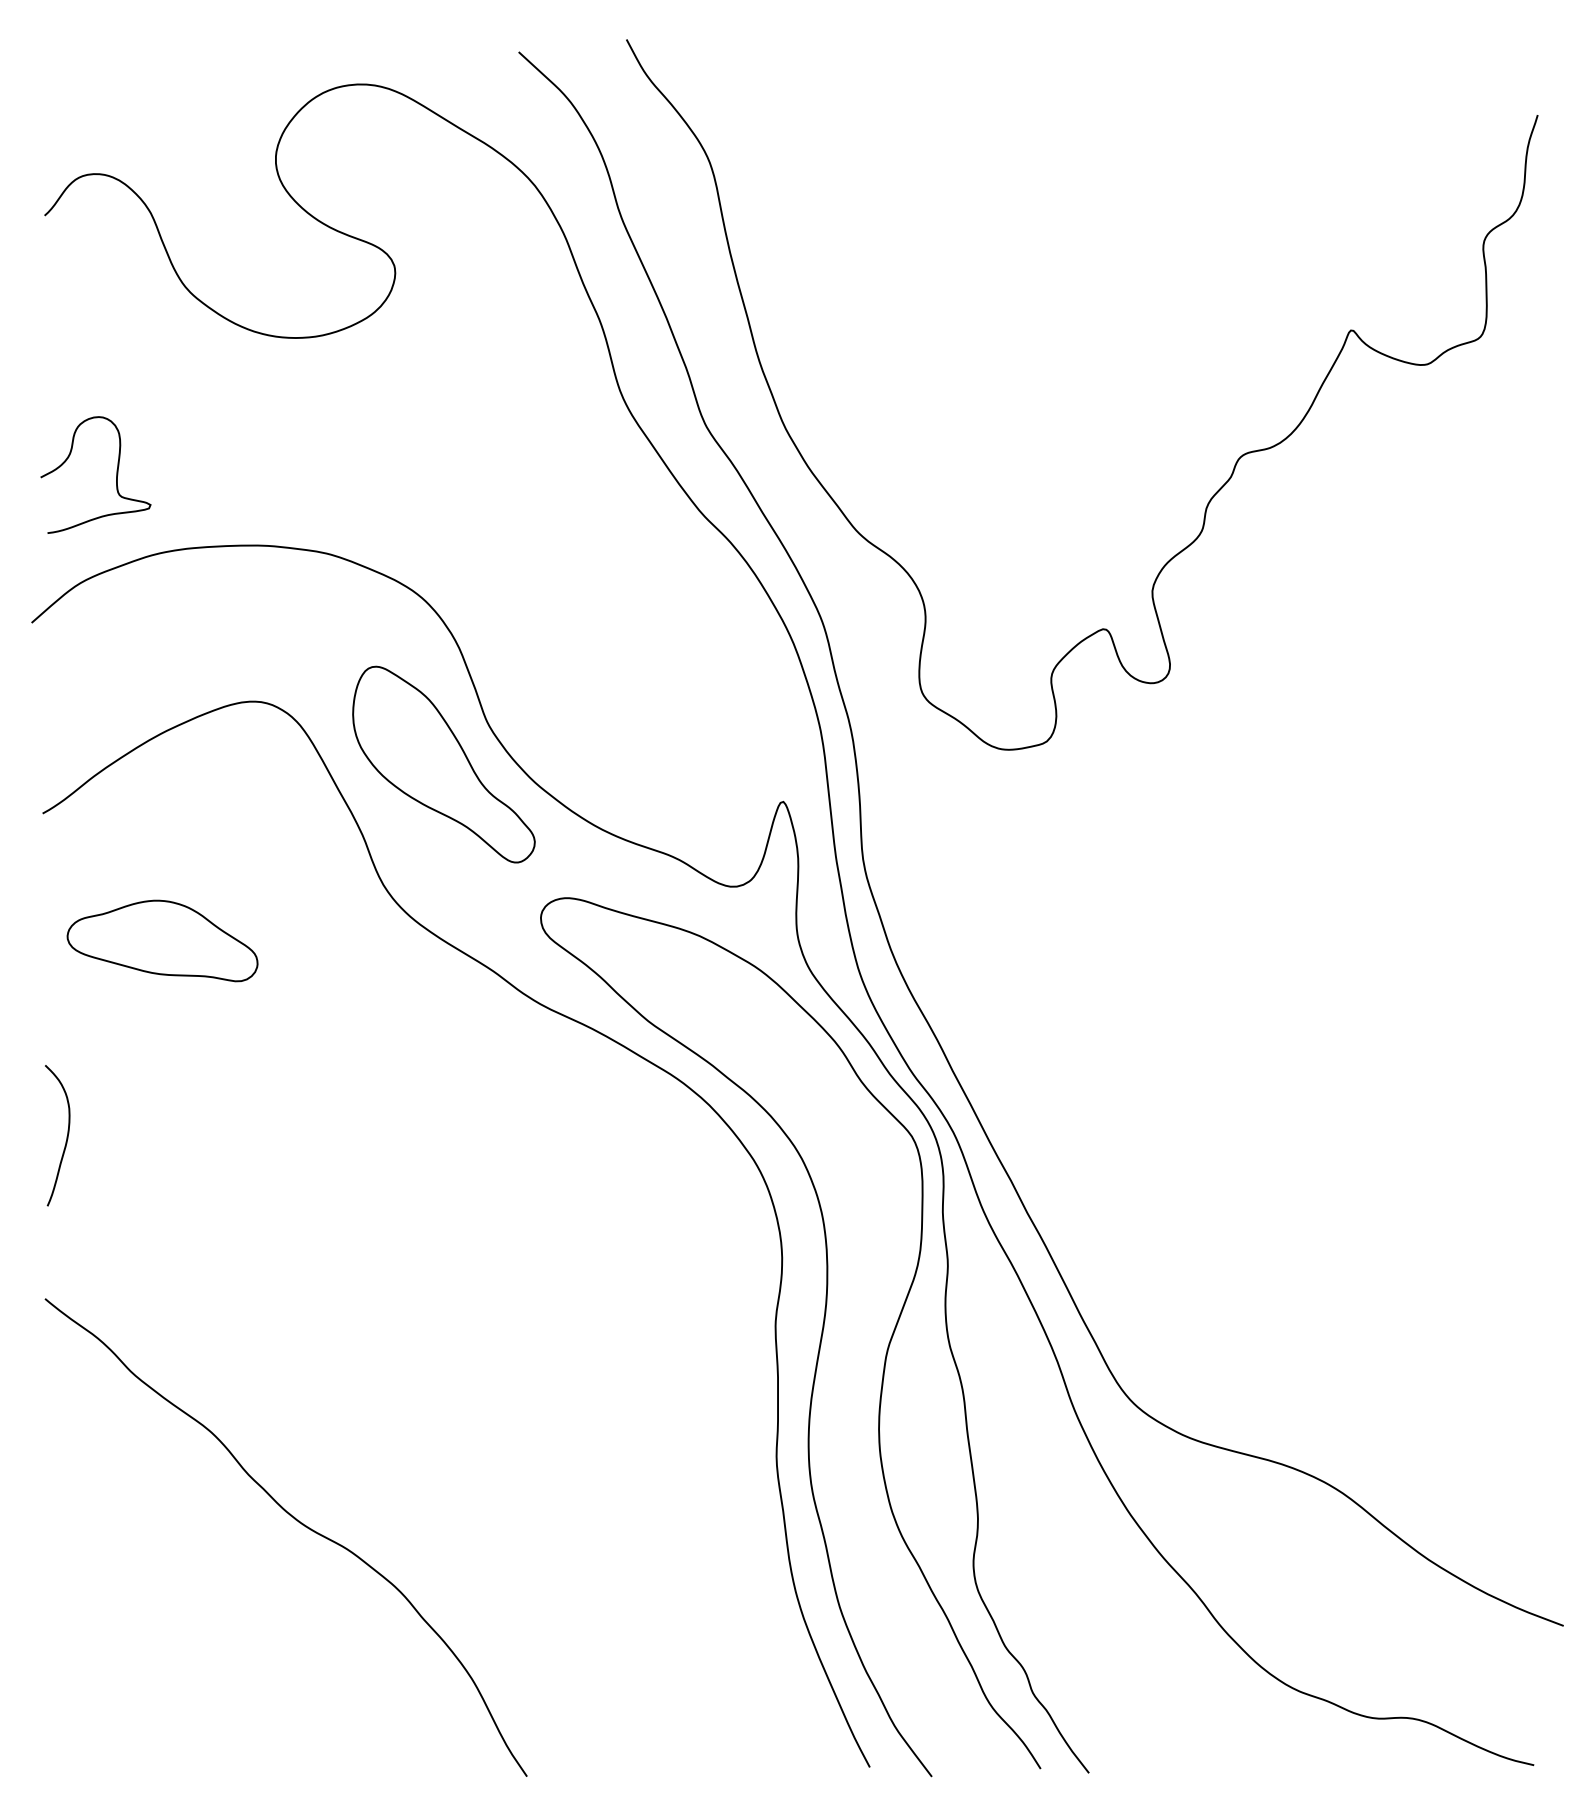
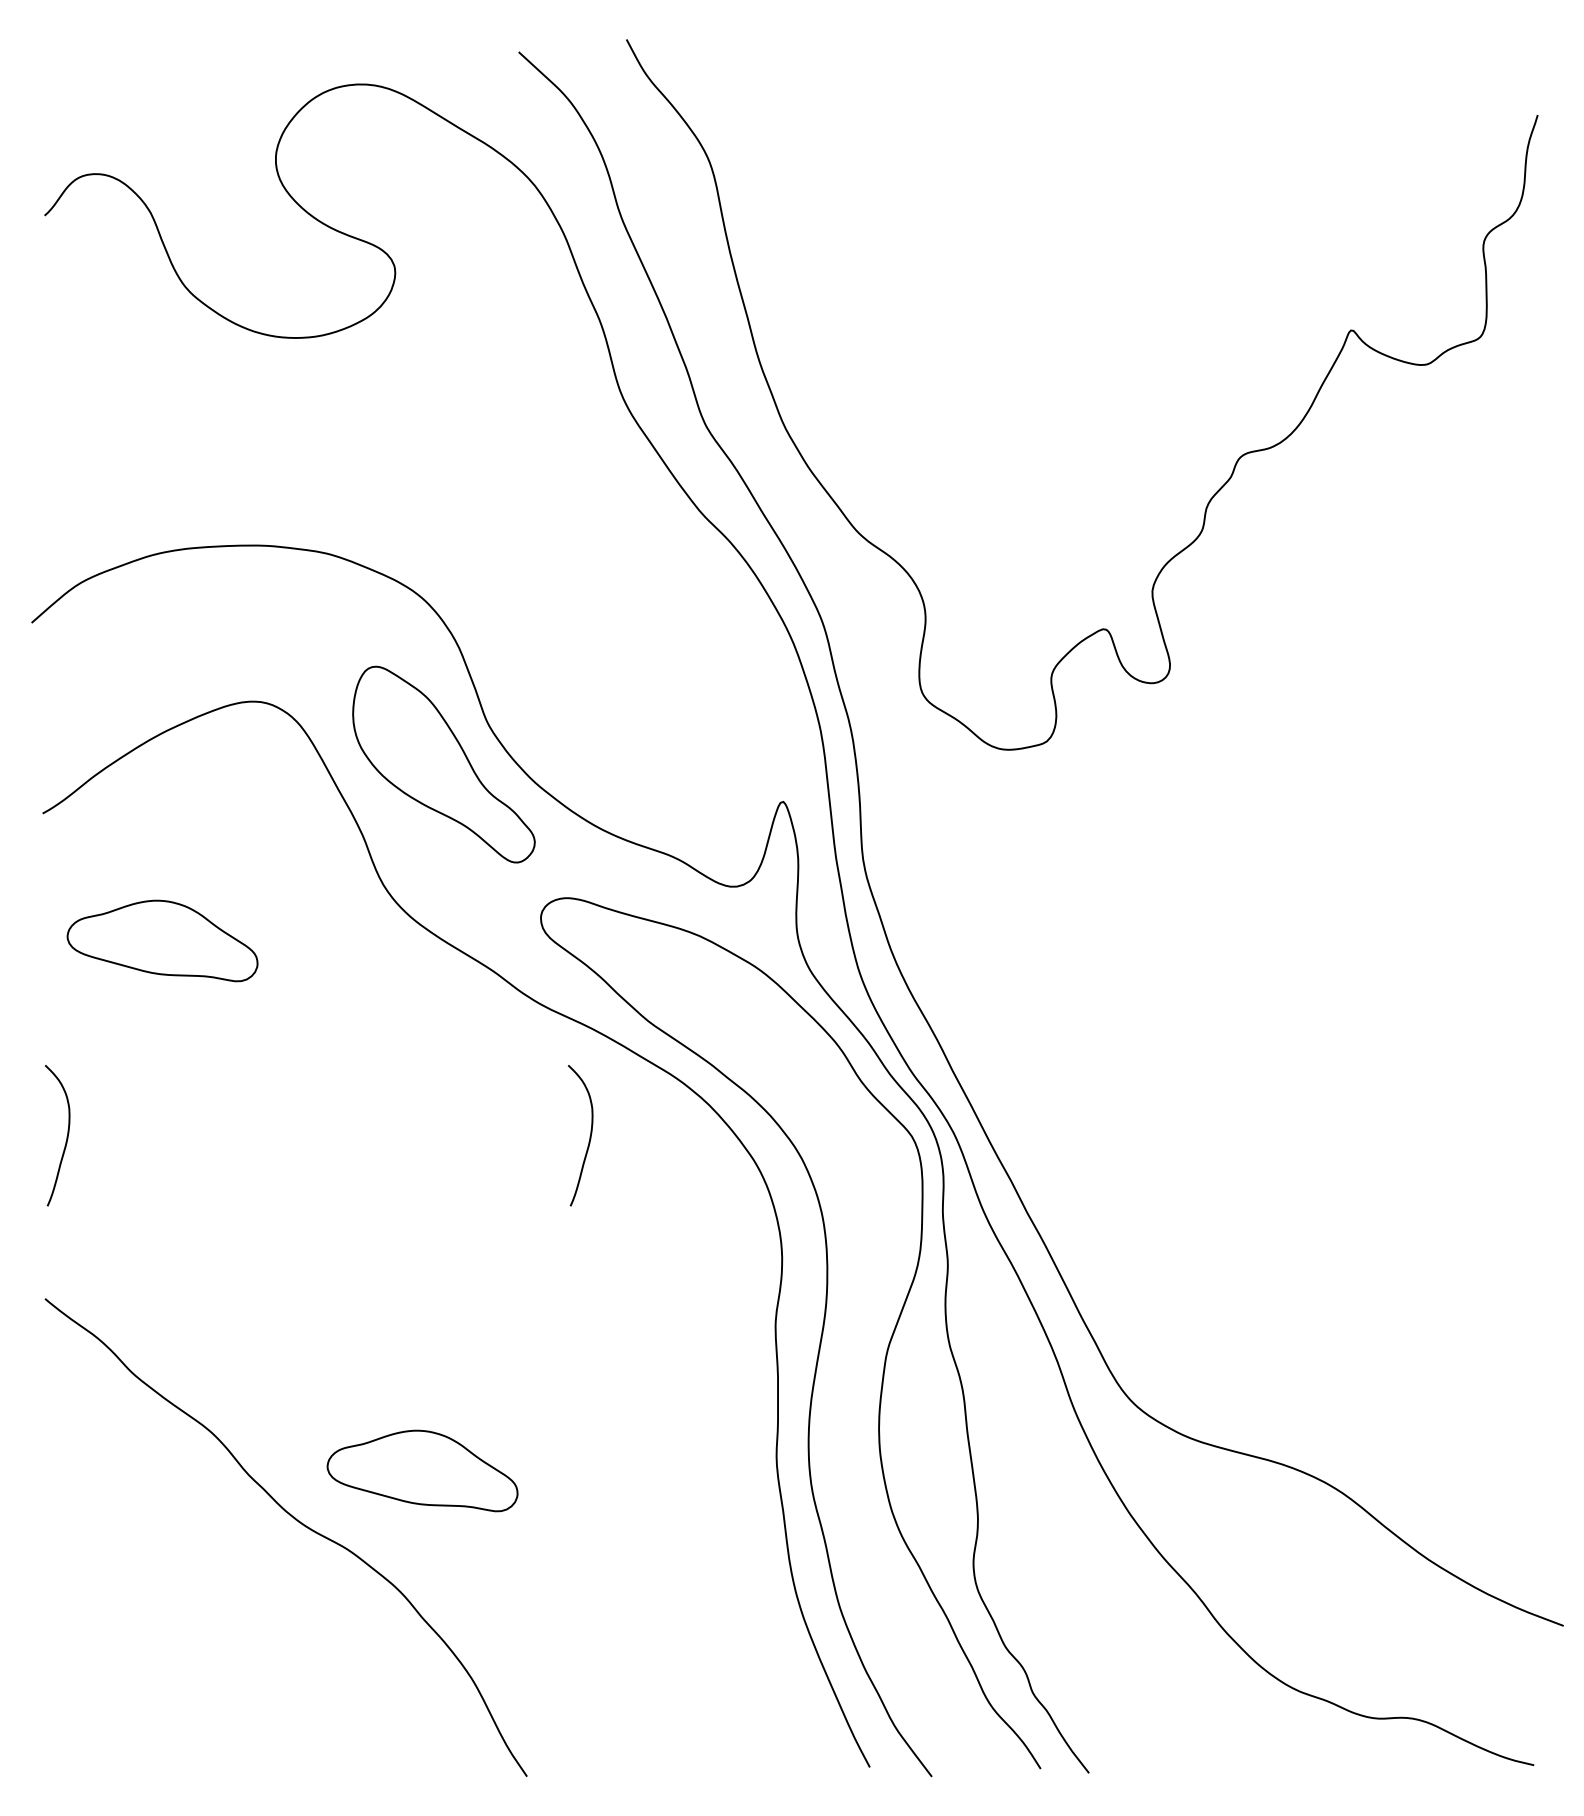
curve at (116, 474): present -> none
curve at (589, 1136): none -> present
part at (422, 1470): none -> present
